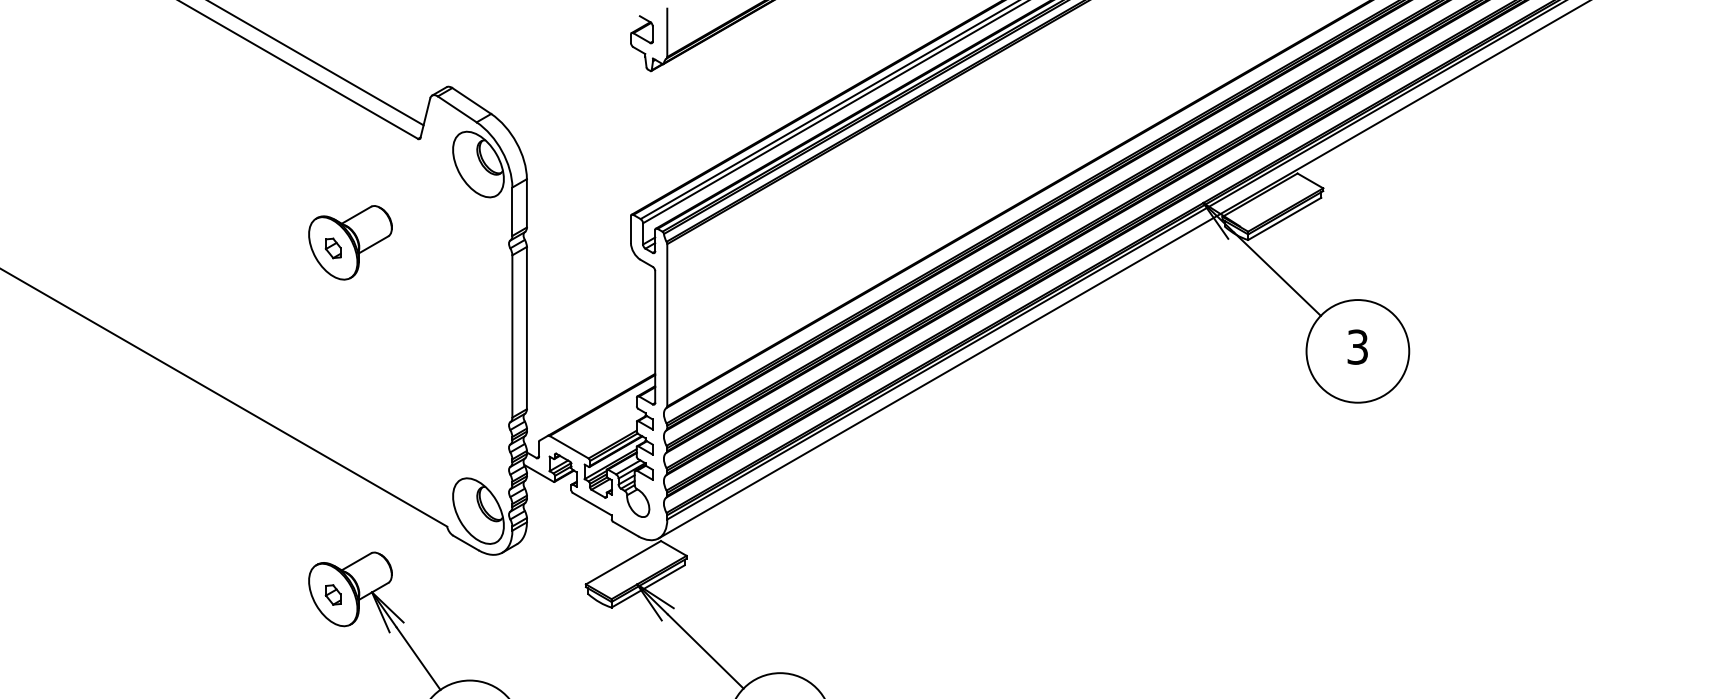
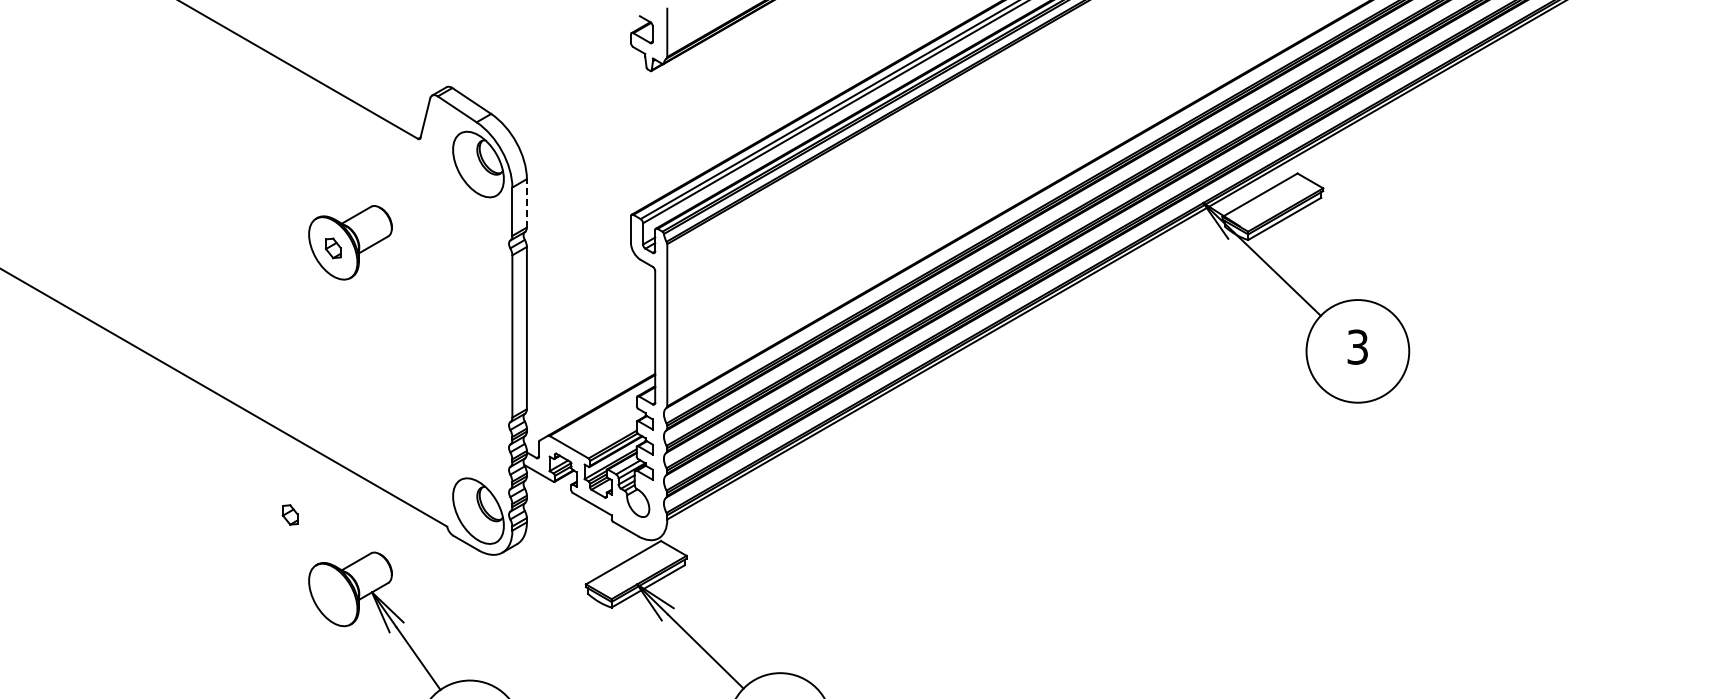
line at (316, 63): present -> none
line at (526, 202): solid -> dashed
line at (1122, 270): present -> none
part at (332, 594) position: (332, 594) -> (289, 514)
